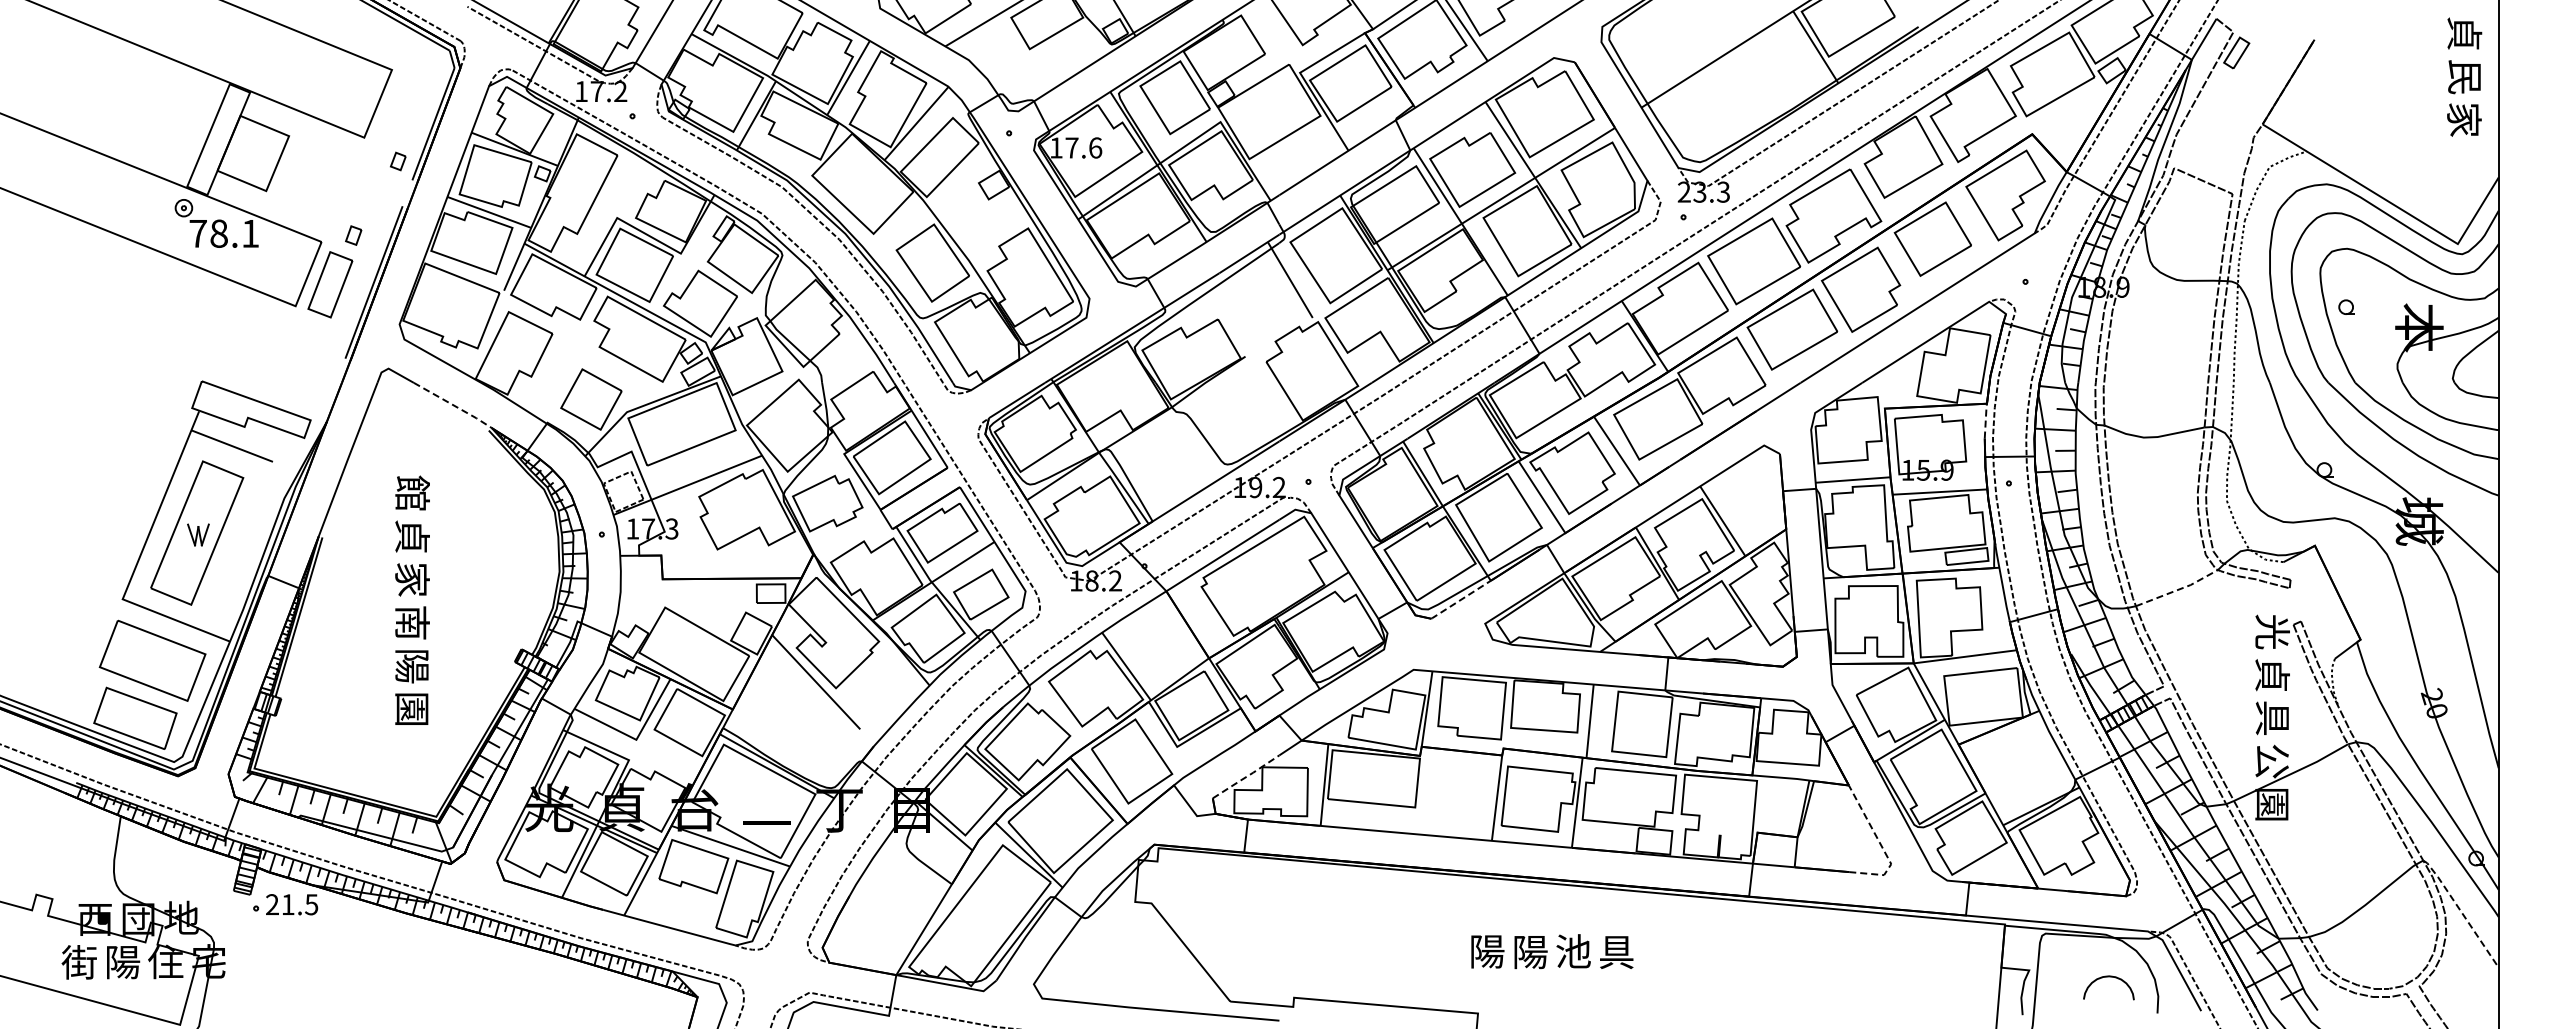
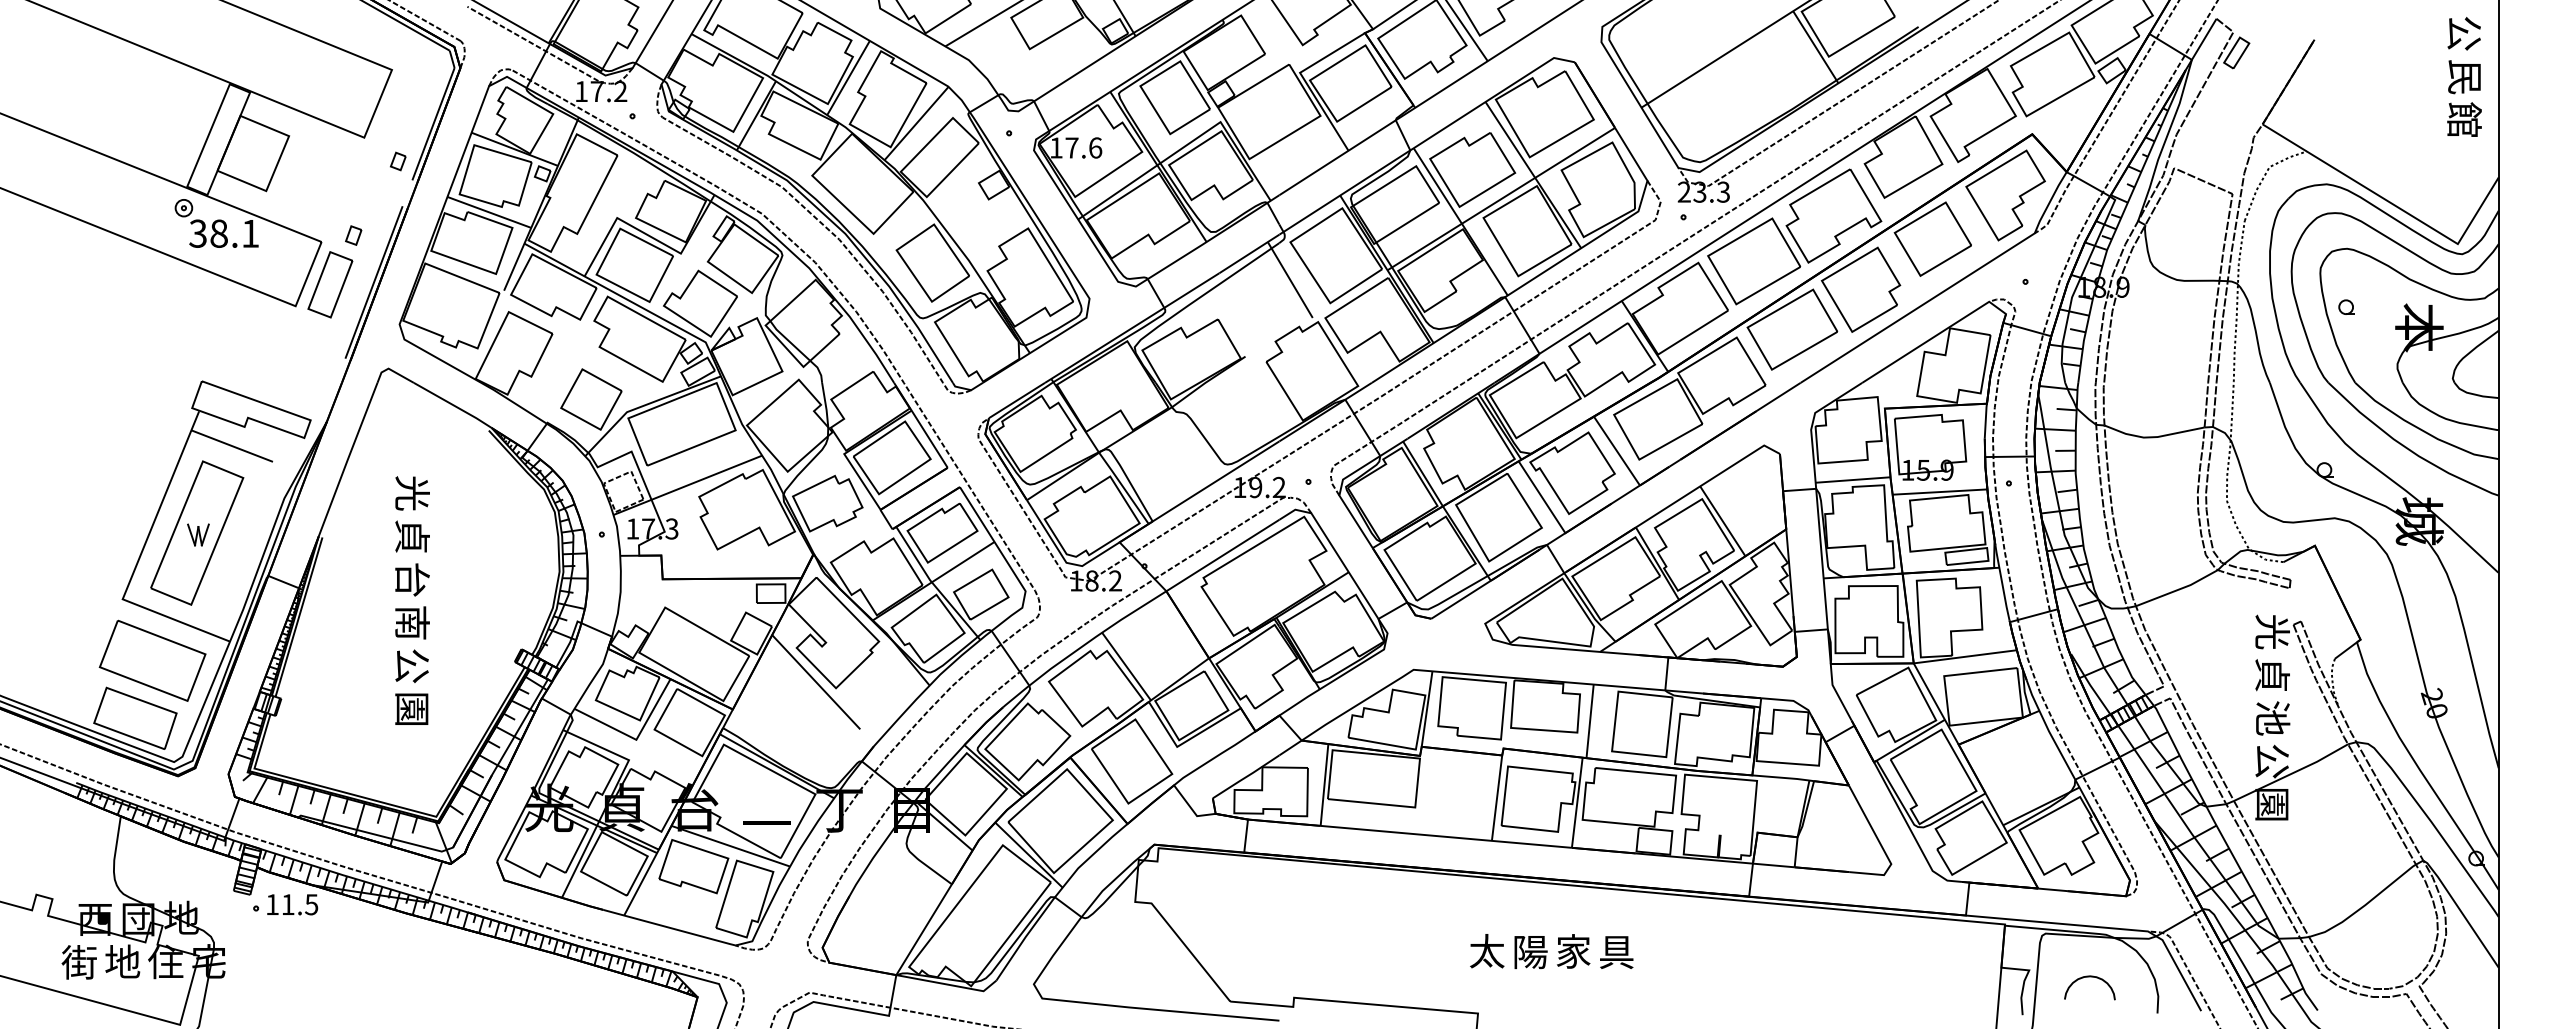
text at (2464, 33): 貞 -> 公
text at (2464, 119): 家 -> 館
text at (197, 233): 78.1 -> 38.1
line at (453, 405): dashed -> solid
line at (1985, 419): dashed -> solid
text at (412, 492): 館 -> 光
text at (412, 579): 家 -> 台
line at (2178, 589): dashed -> solid
line at (1460, 600): dashed -> solid
text at (411, 666): 陽 -> 公
text at (2272, 718): 具 -> 池
line at (1246, 776): dashed -> solid
line at (1881, 846): dashed -> solid
text at (272, 904): 21.5 -> 11.5
line at (2461, 912): dashed -> solid
text at (1487, 951): 陽 -> 太
text at (1573, 951): 池 -> 家
text at (122, 961): 陽 -> 地
curve at (2108, 977) position: (2108, 977) -> (2089, 977)
